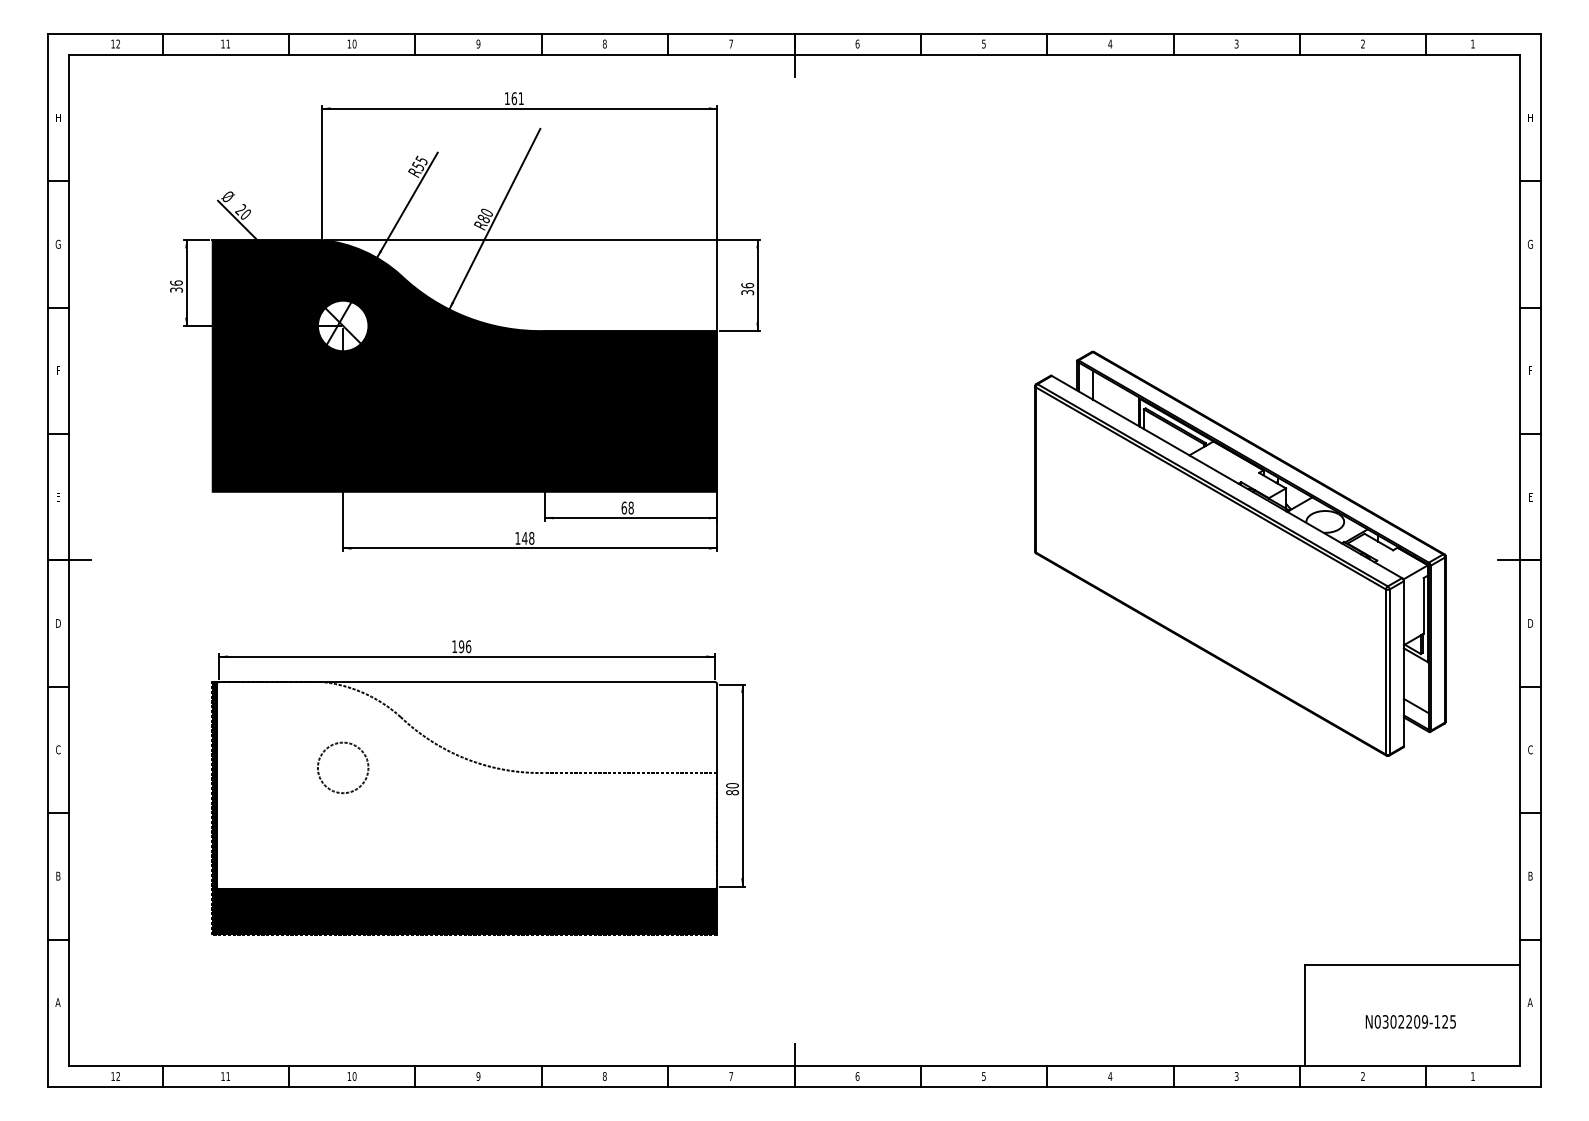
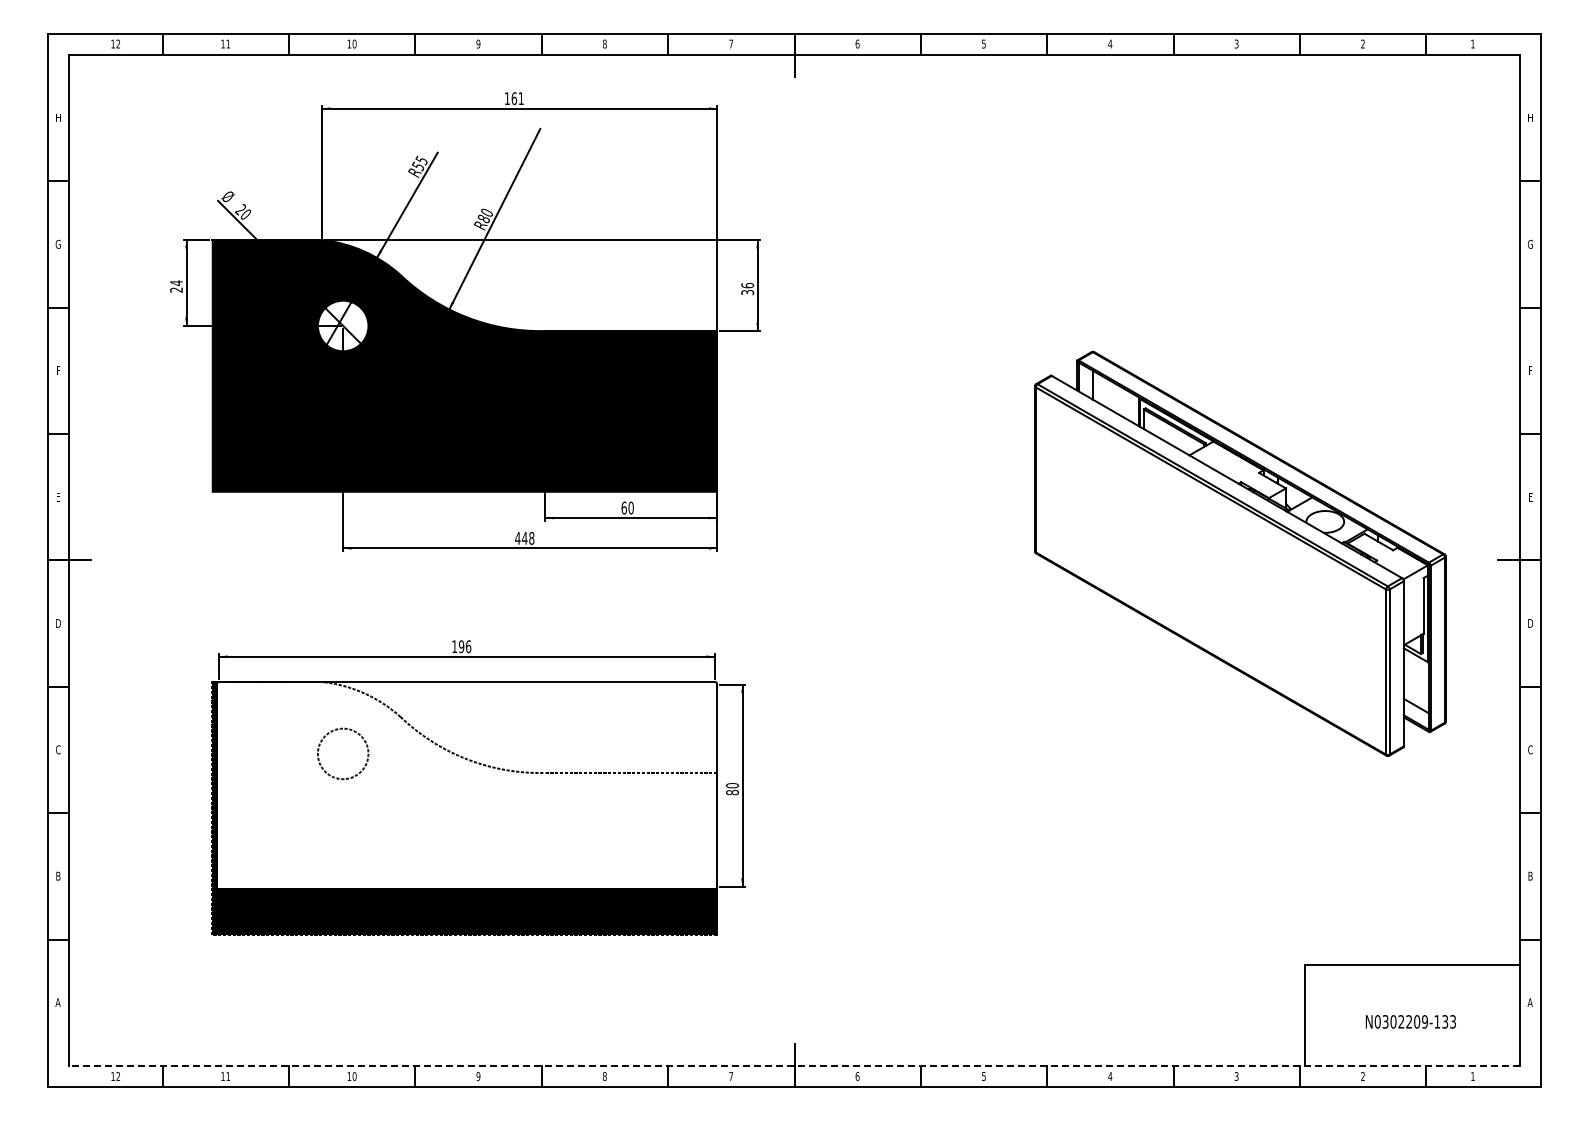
text at (176, 286): 36 -> 24
text at (630, 508): 68 -> 60
text at (517, 538): 148 -> 448
circle at (343, 767) position: (343, 767) -> (343, 753)
text at (1448, 1021): N0302209-125 -> N0302209-133
line at (794, 1065): solid -> dashed
